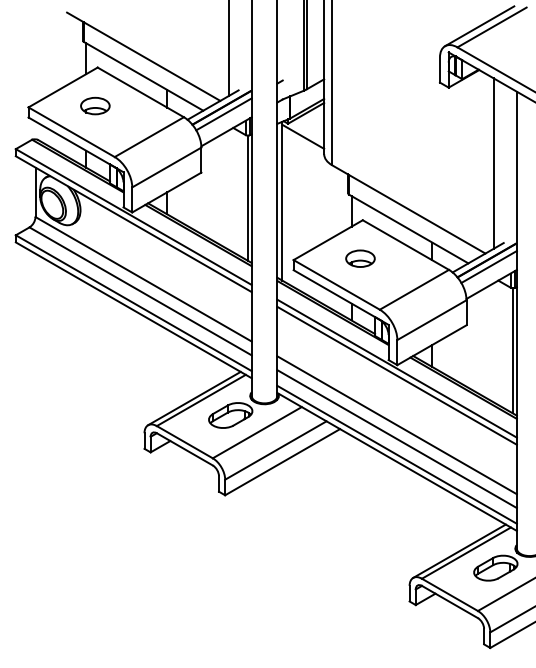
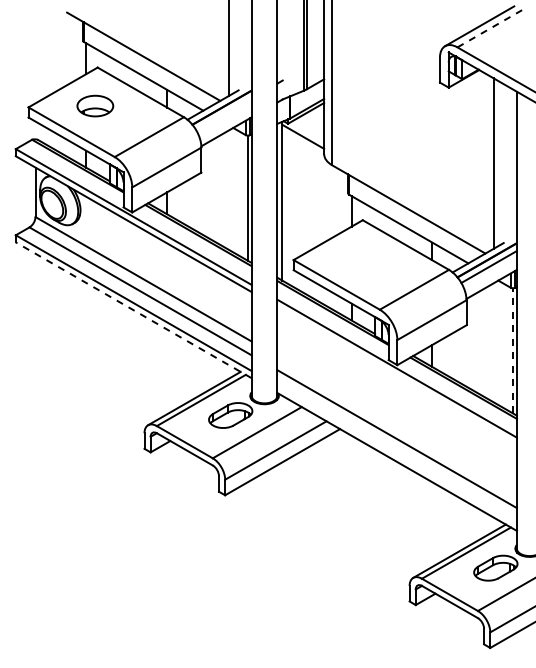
line at (492, 27): solid -> dashed
part at (95, 105) size: 31x20 px -> 39x24 px
line at (223, 114): present -> none
part at (360, 258): present -> none
line at (133, 310): solid -> dashed
line at (512, 350): solid -> dashed
line at (396, 375): present -> none
line at (396, 425): present -> none
line at (396, 454): present -> none
